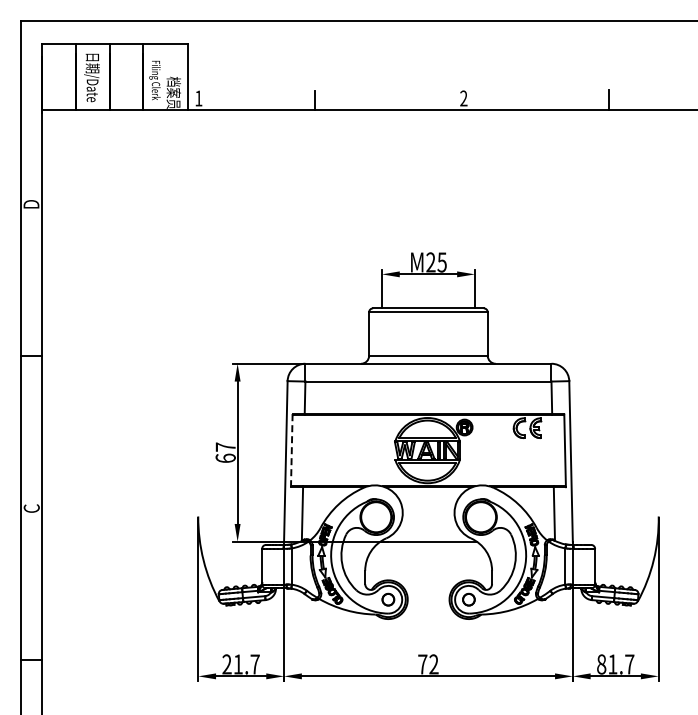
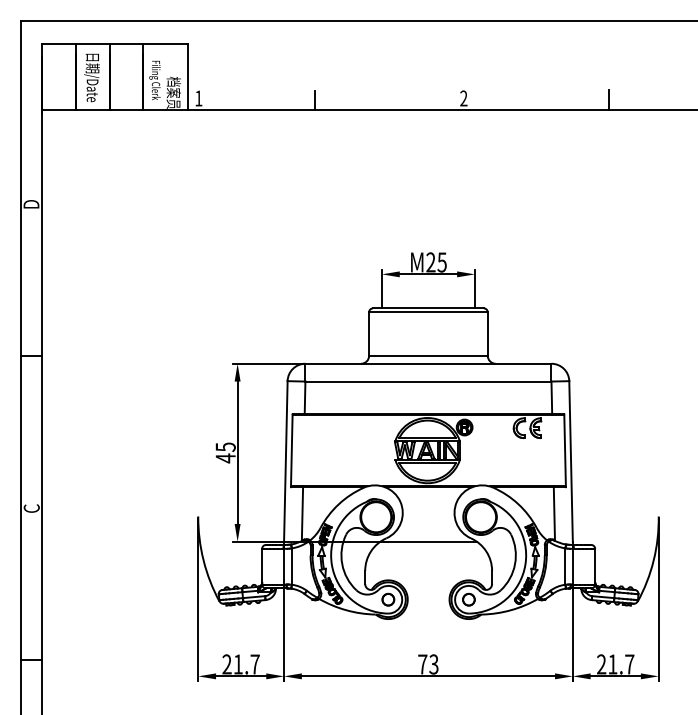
line at (291, 450): dashed -> solid
text at (225, 452): 67 -> 45
text at (433, 664): 72 -> 73
text at (601, 664): 81.7 -> 21.7
